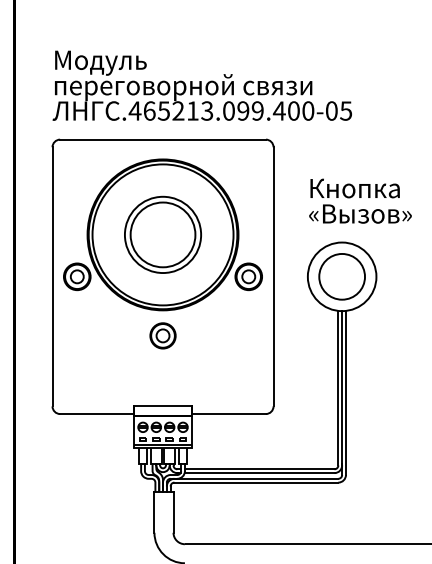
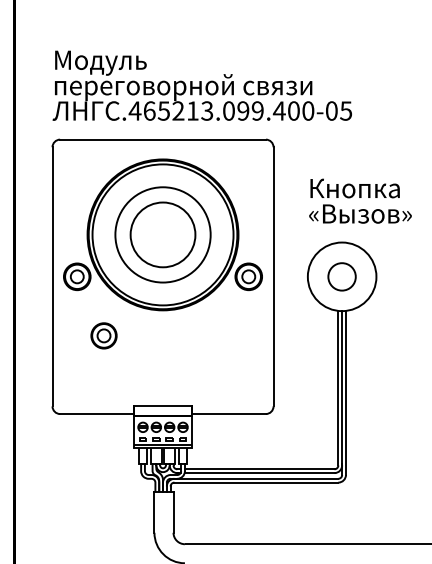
circle at (162, 234) diameter: 76 px -> 95 px
circle at (341, 276) size: 48x48 px -> 30x30 px
part at (162, 335) position: (162, 335) -> (103, 335)
